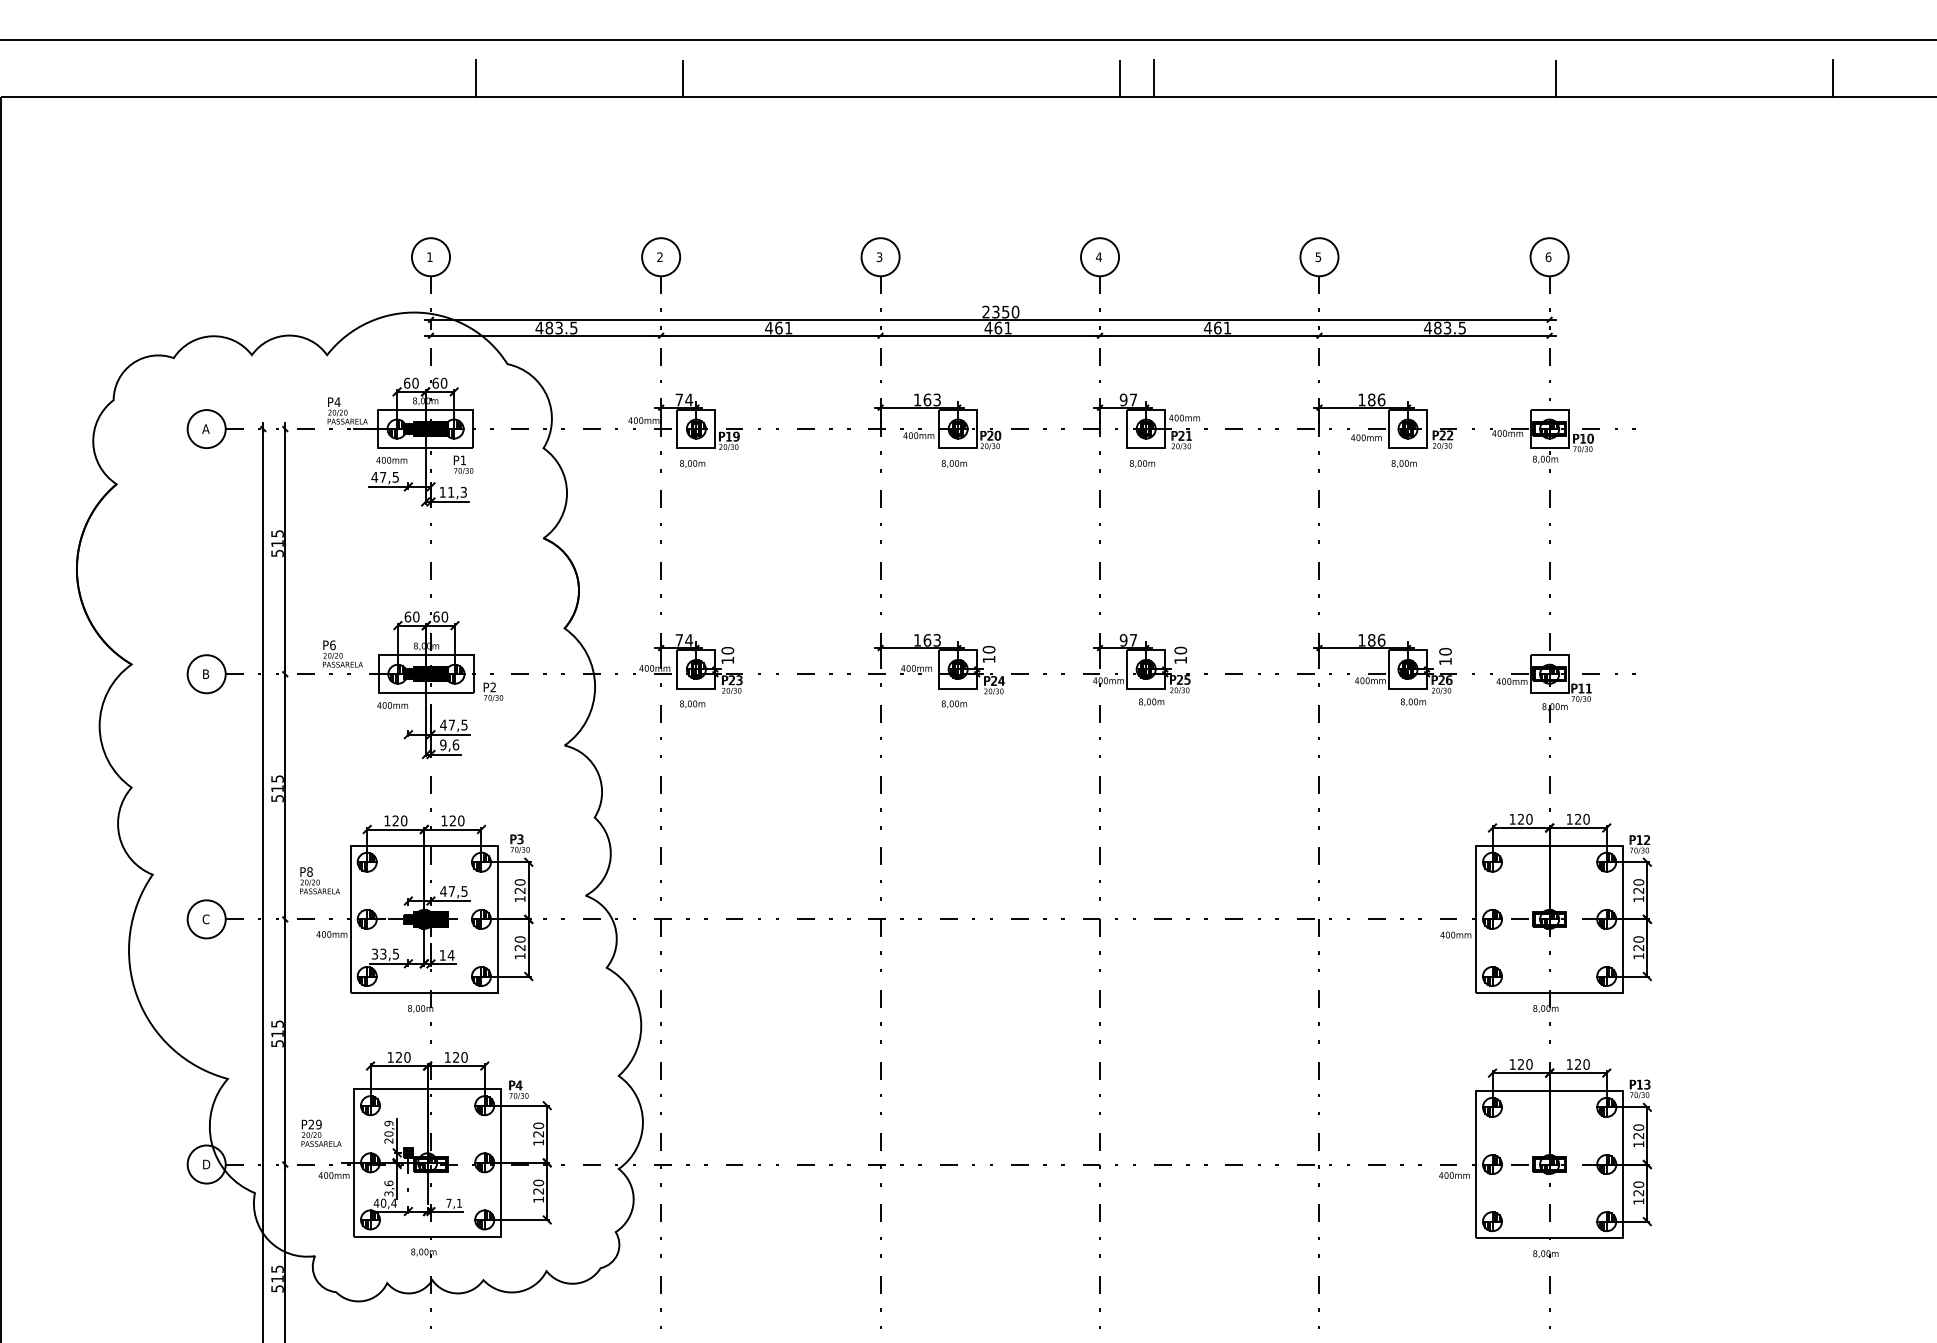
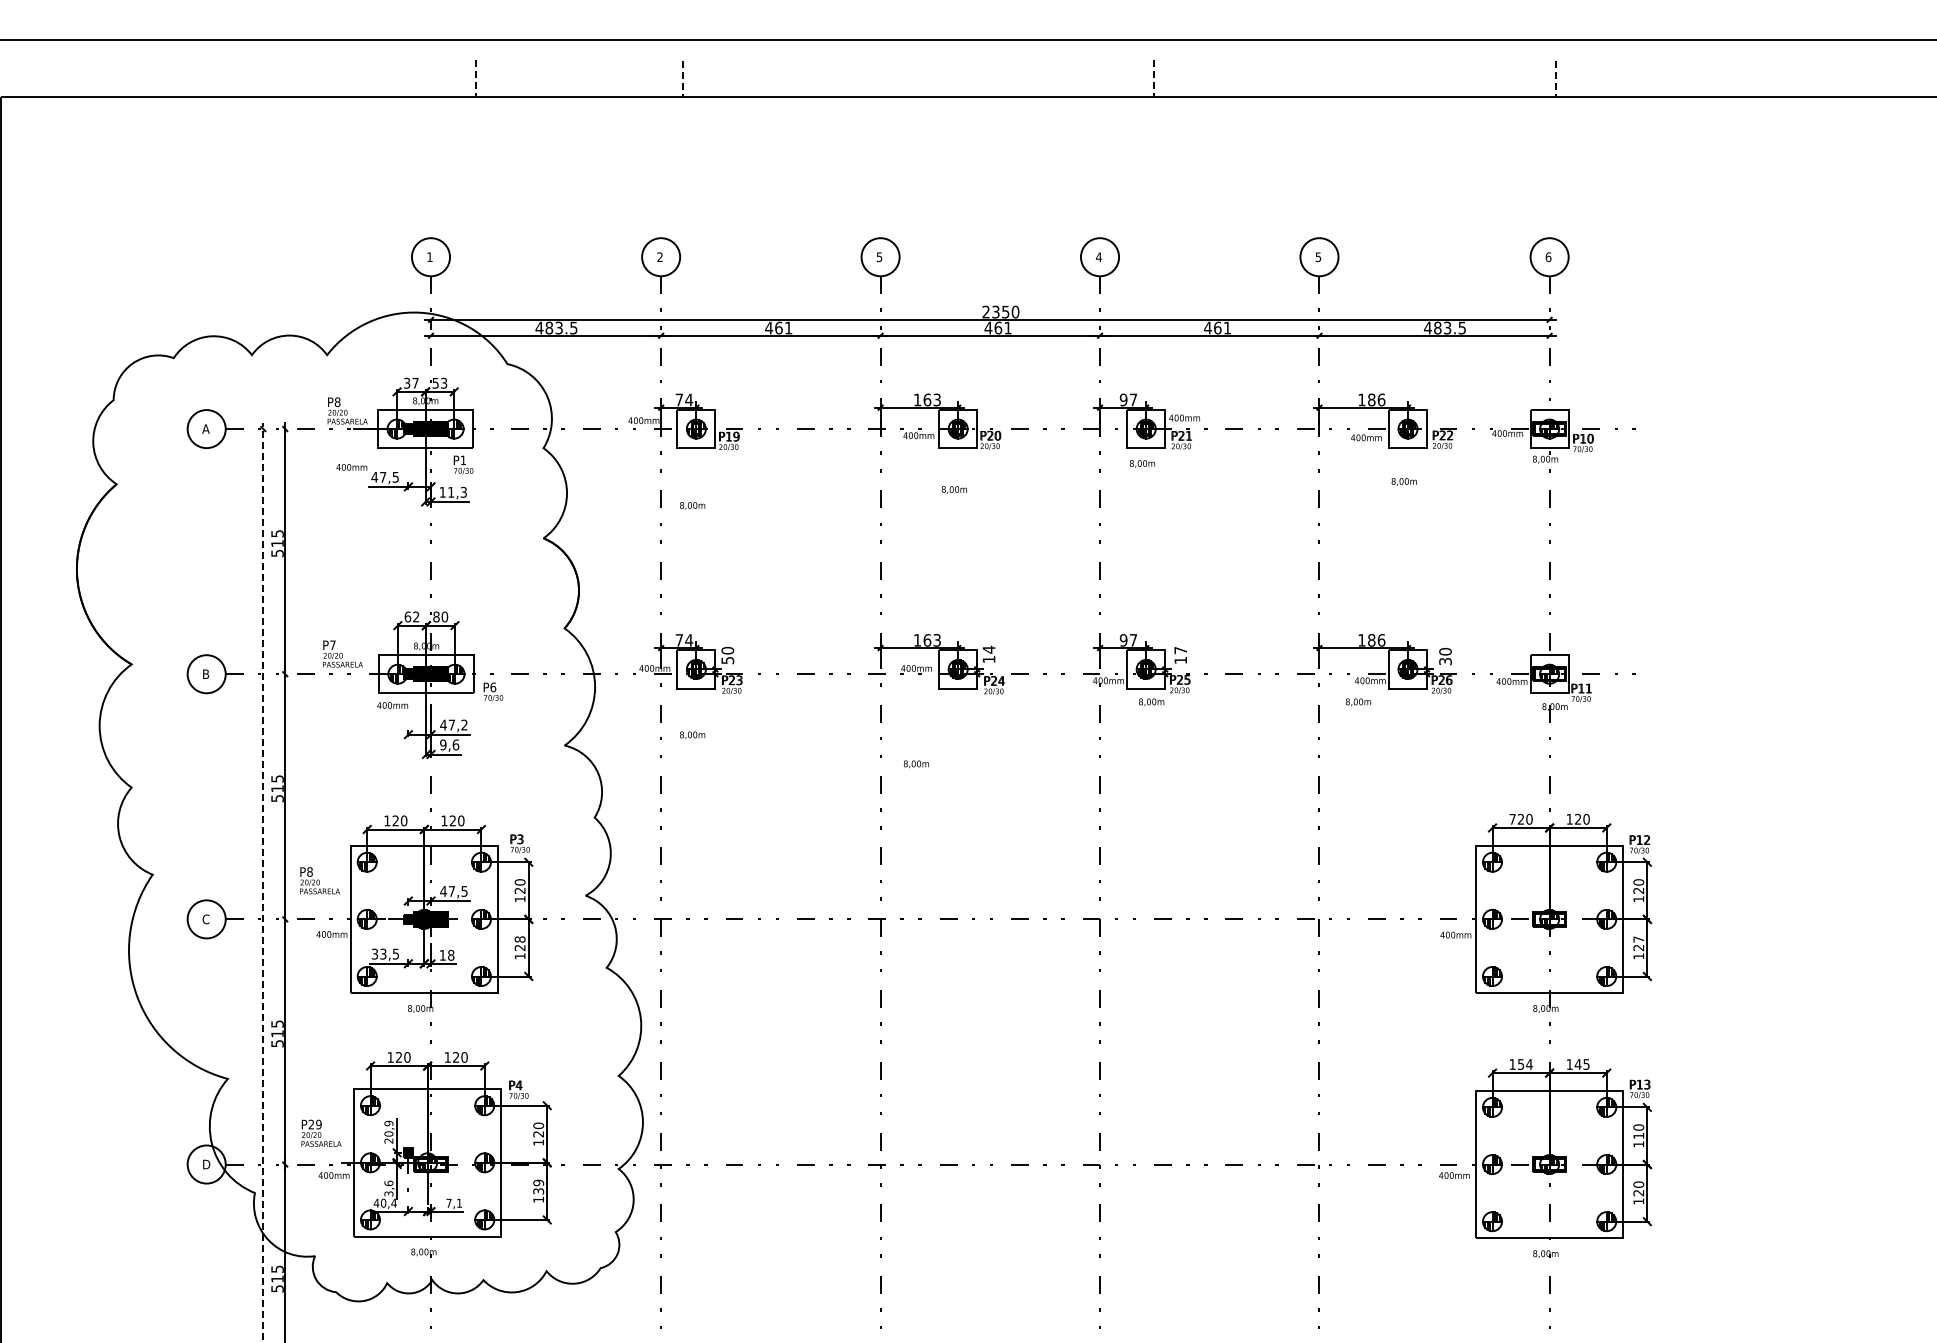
line at (1833, 77): present -> none
line at (475, 78): solid -> dashed
line at (1119, 78): present -> none
line at (1154, 78): solid -> dashed
line at (683, 79): solid -> dashed
line at (1556, 79): solid -> dashed
text at (879, 256): 3 -> 5
text at (410, 382): 60 -> 37
text at (439, 382): 60 -> 53
text at (337, 402): P4 -> P8
text at (391, 460) position: (391, 460) -> (351, 467)
text at (692, 463) position: (692, 463) -> (692, 505)
text at (953, 463) position: (953, 463) -> (953, 489)
text at (1403, 463) position: (1403, 463) -> (1403, 481)
text at (416, 616): 60 -> 62
text at (436, 616): 60 -> 80
text at (332, 645): P6 -> P7
text at (988, 649): 10 -> 14
text at (1180, 650): 10 -> 17
text at (727, 660): 10 -> 50
text at (1445, 661): 10 -> 30
text at (493, 687): P2 -> P6
text at (1412, 702) position: (1412, 702) -> (1357, 702)
text at (692, 704) position: (692, 704) -> (692, 735)
text at (953, 704) position: (953, 704) -> (915, 764)
text at (464, 724): 47,5 -> 47,2
text at (1512, 819): 120 -> 720
line at (263, 882): solid -> dashed
text at (520, 939): 120 -> 128
text at (1638, 939): 120 -> 127
text at (450, 954): 14 -> 18
text at (1525, 1064): 120 -> 154
text at (1581, 1064): 120 -> 145
text at (1638, 1136): 120 -> 110
text at (538, 1186): 120 -> 139
